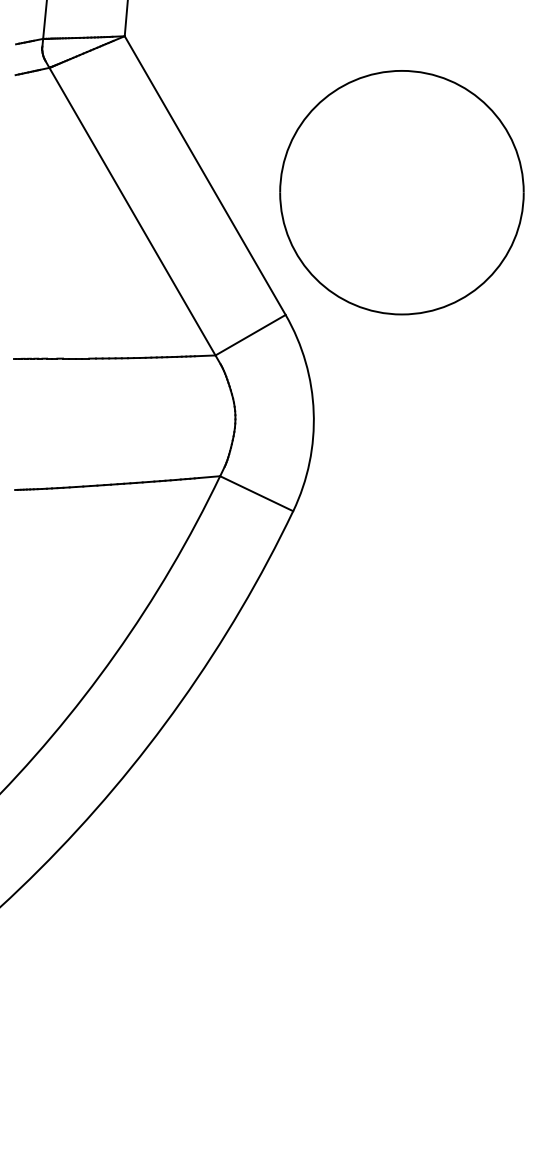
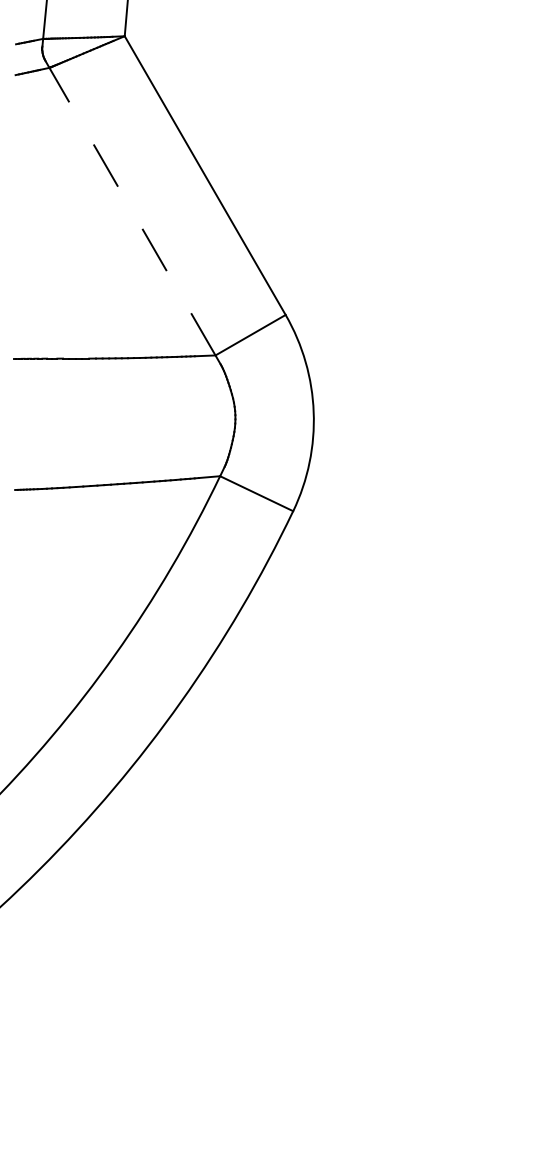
part at (401, 192): present -> none
line at (132, 211): solid -> dashed
